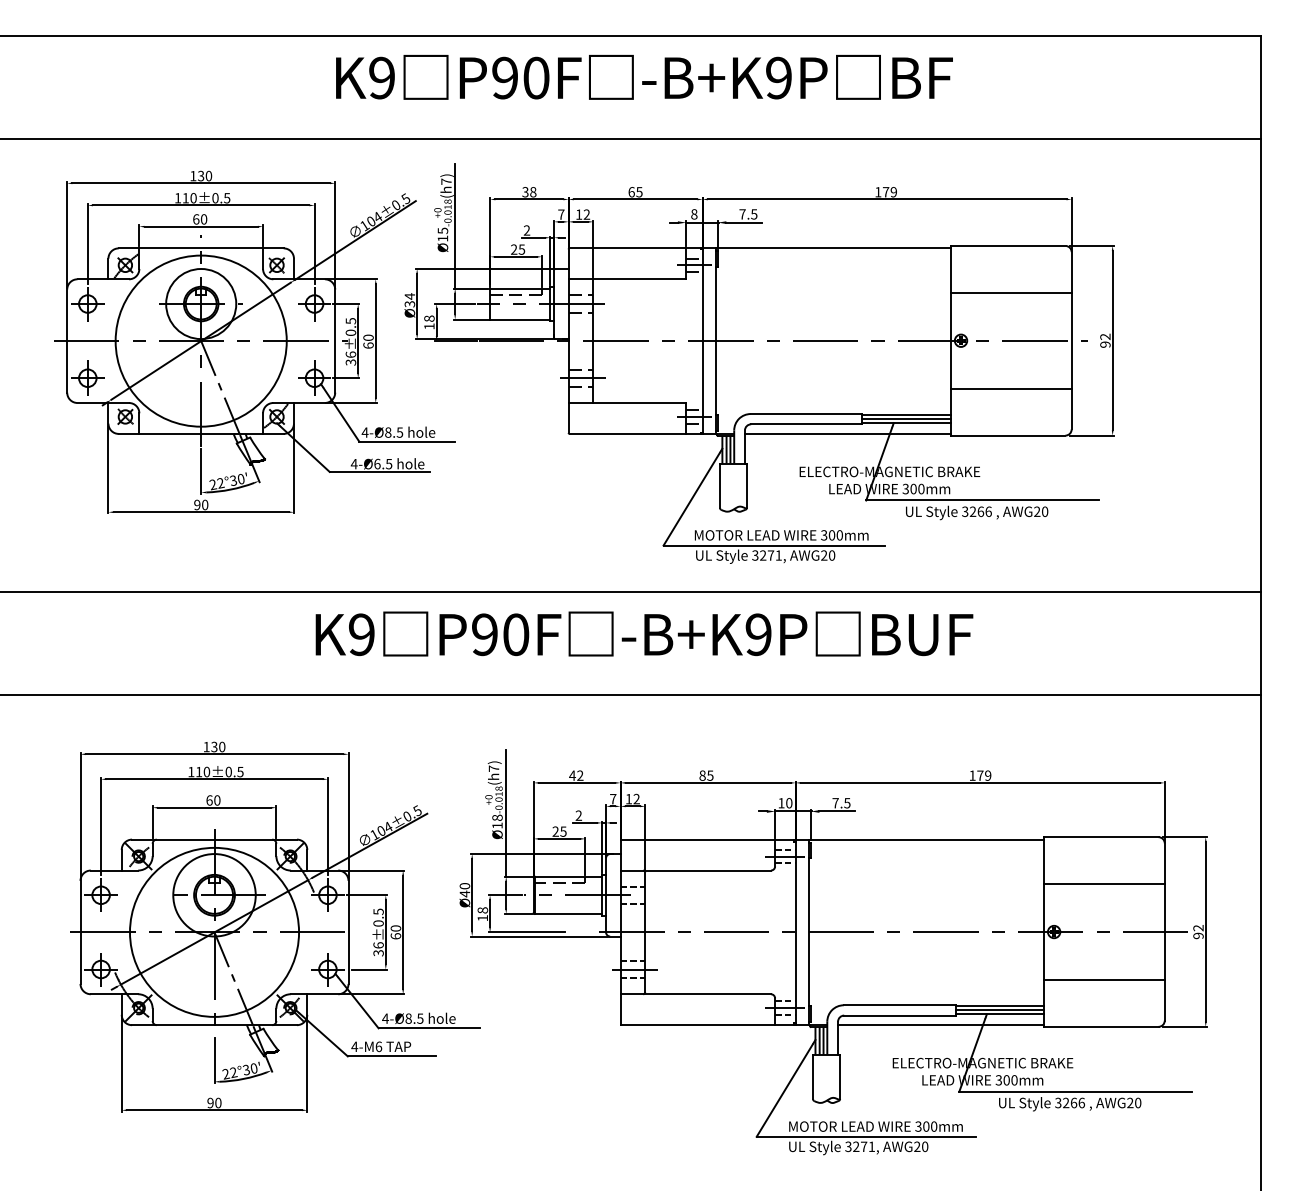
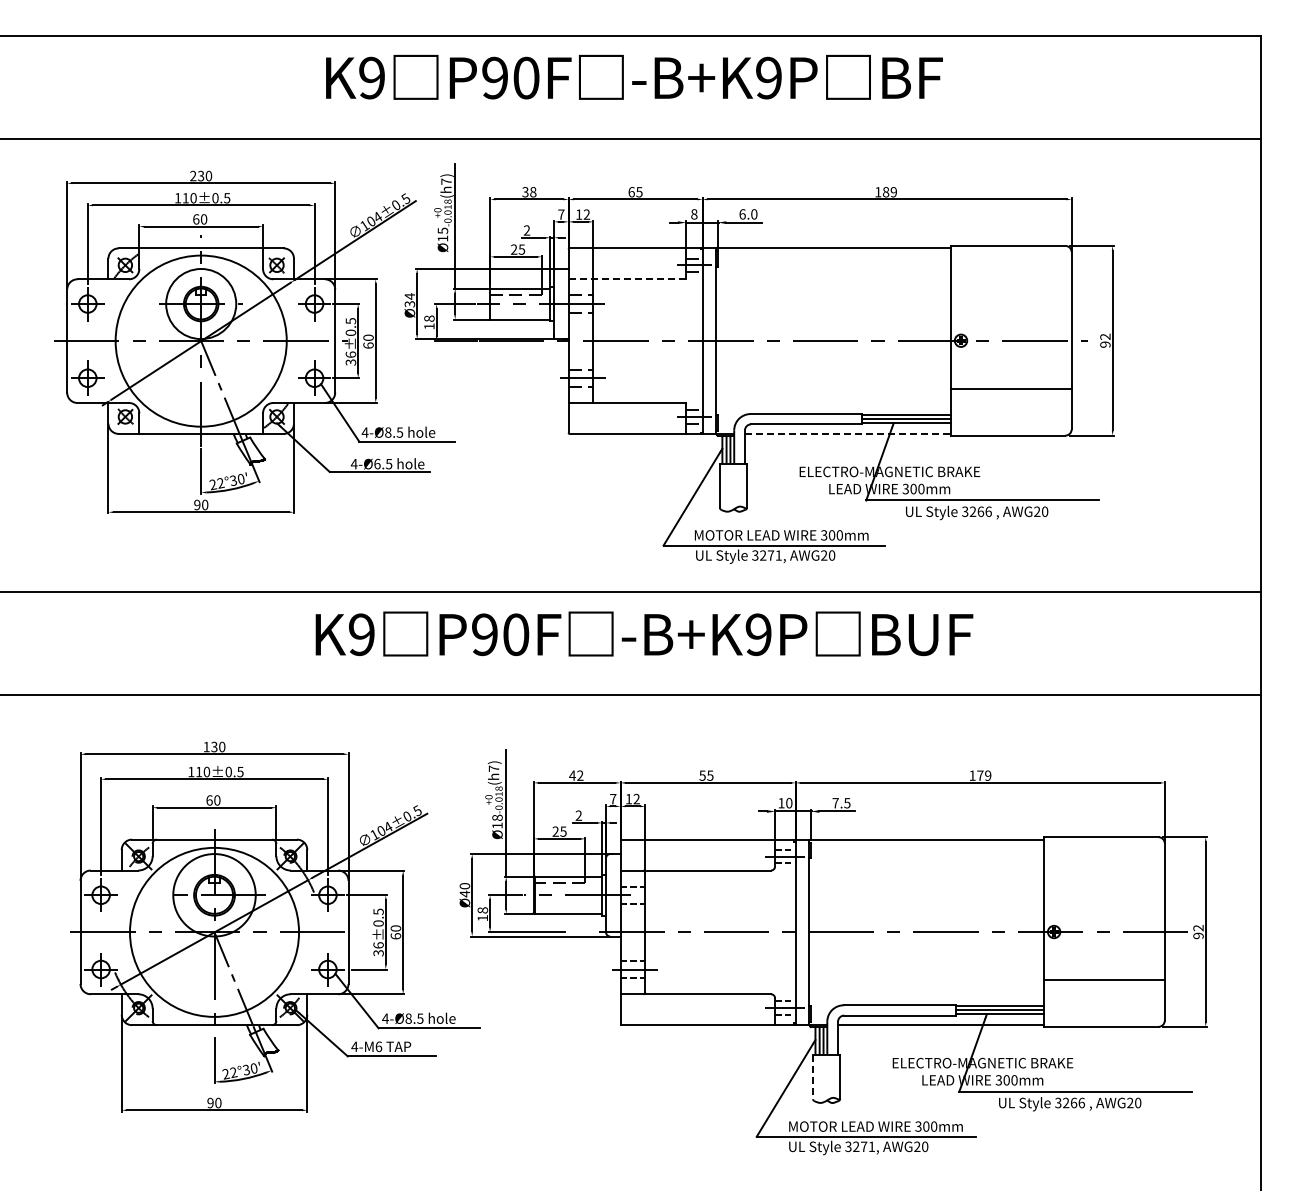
text at (644, 77) position: (644, 77) -> (634, 77)
text at (193, 175): 130 -> 230
text at (886, 192): 179 -> 189
text at (748, 214): 7.5 -> 6.0
line at (627, 279): solid -> dashed
line at (1010, 292): present -> none
line at (847, 433): solid -> dashed
text at (702, 775): 85 -> 55
line at (1103, 884): present -> none
line at (813, 1077): solid -> dashed
